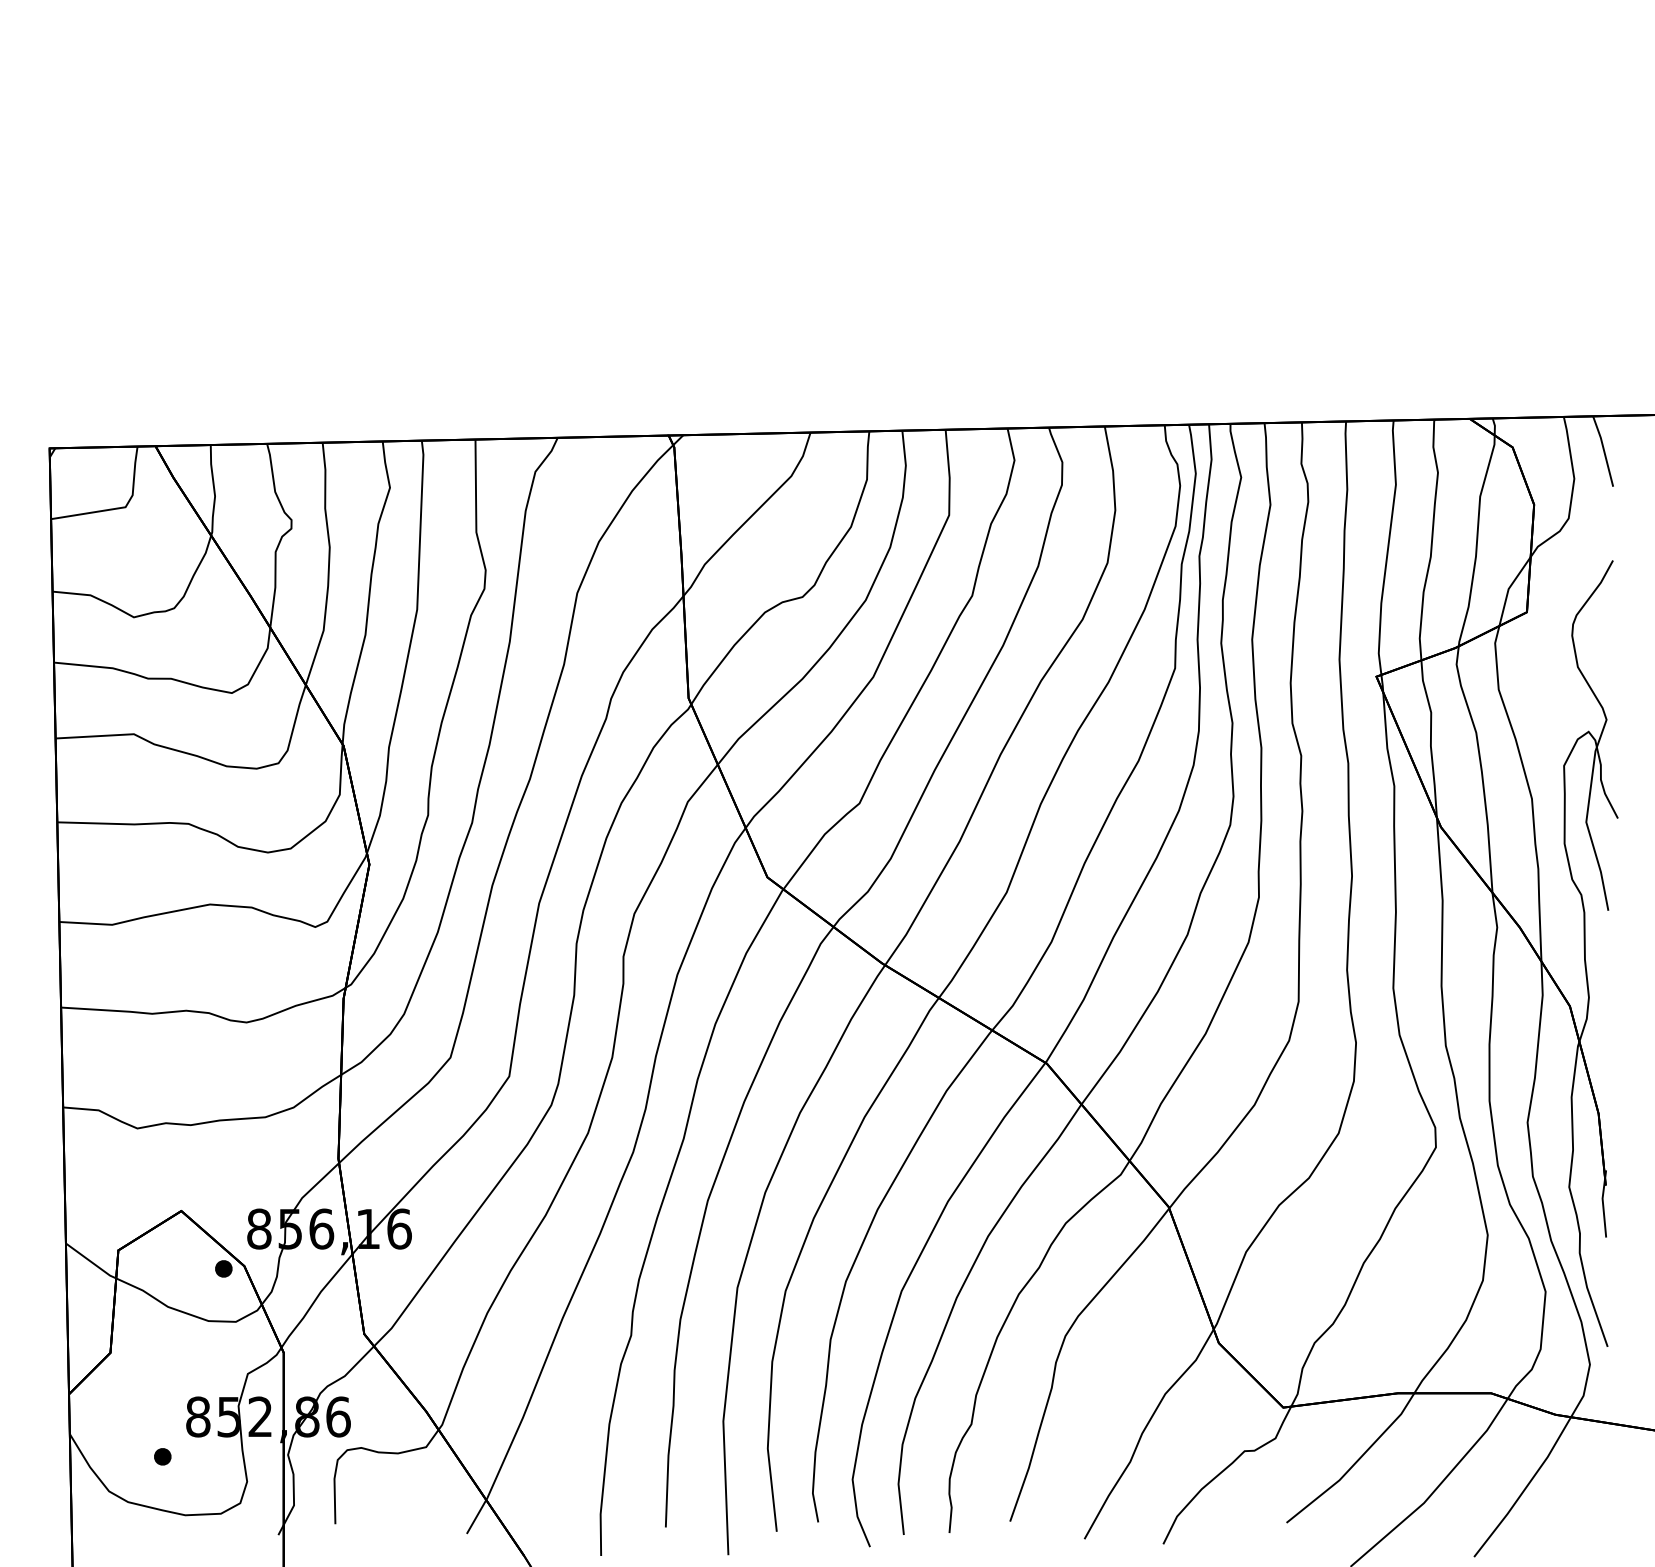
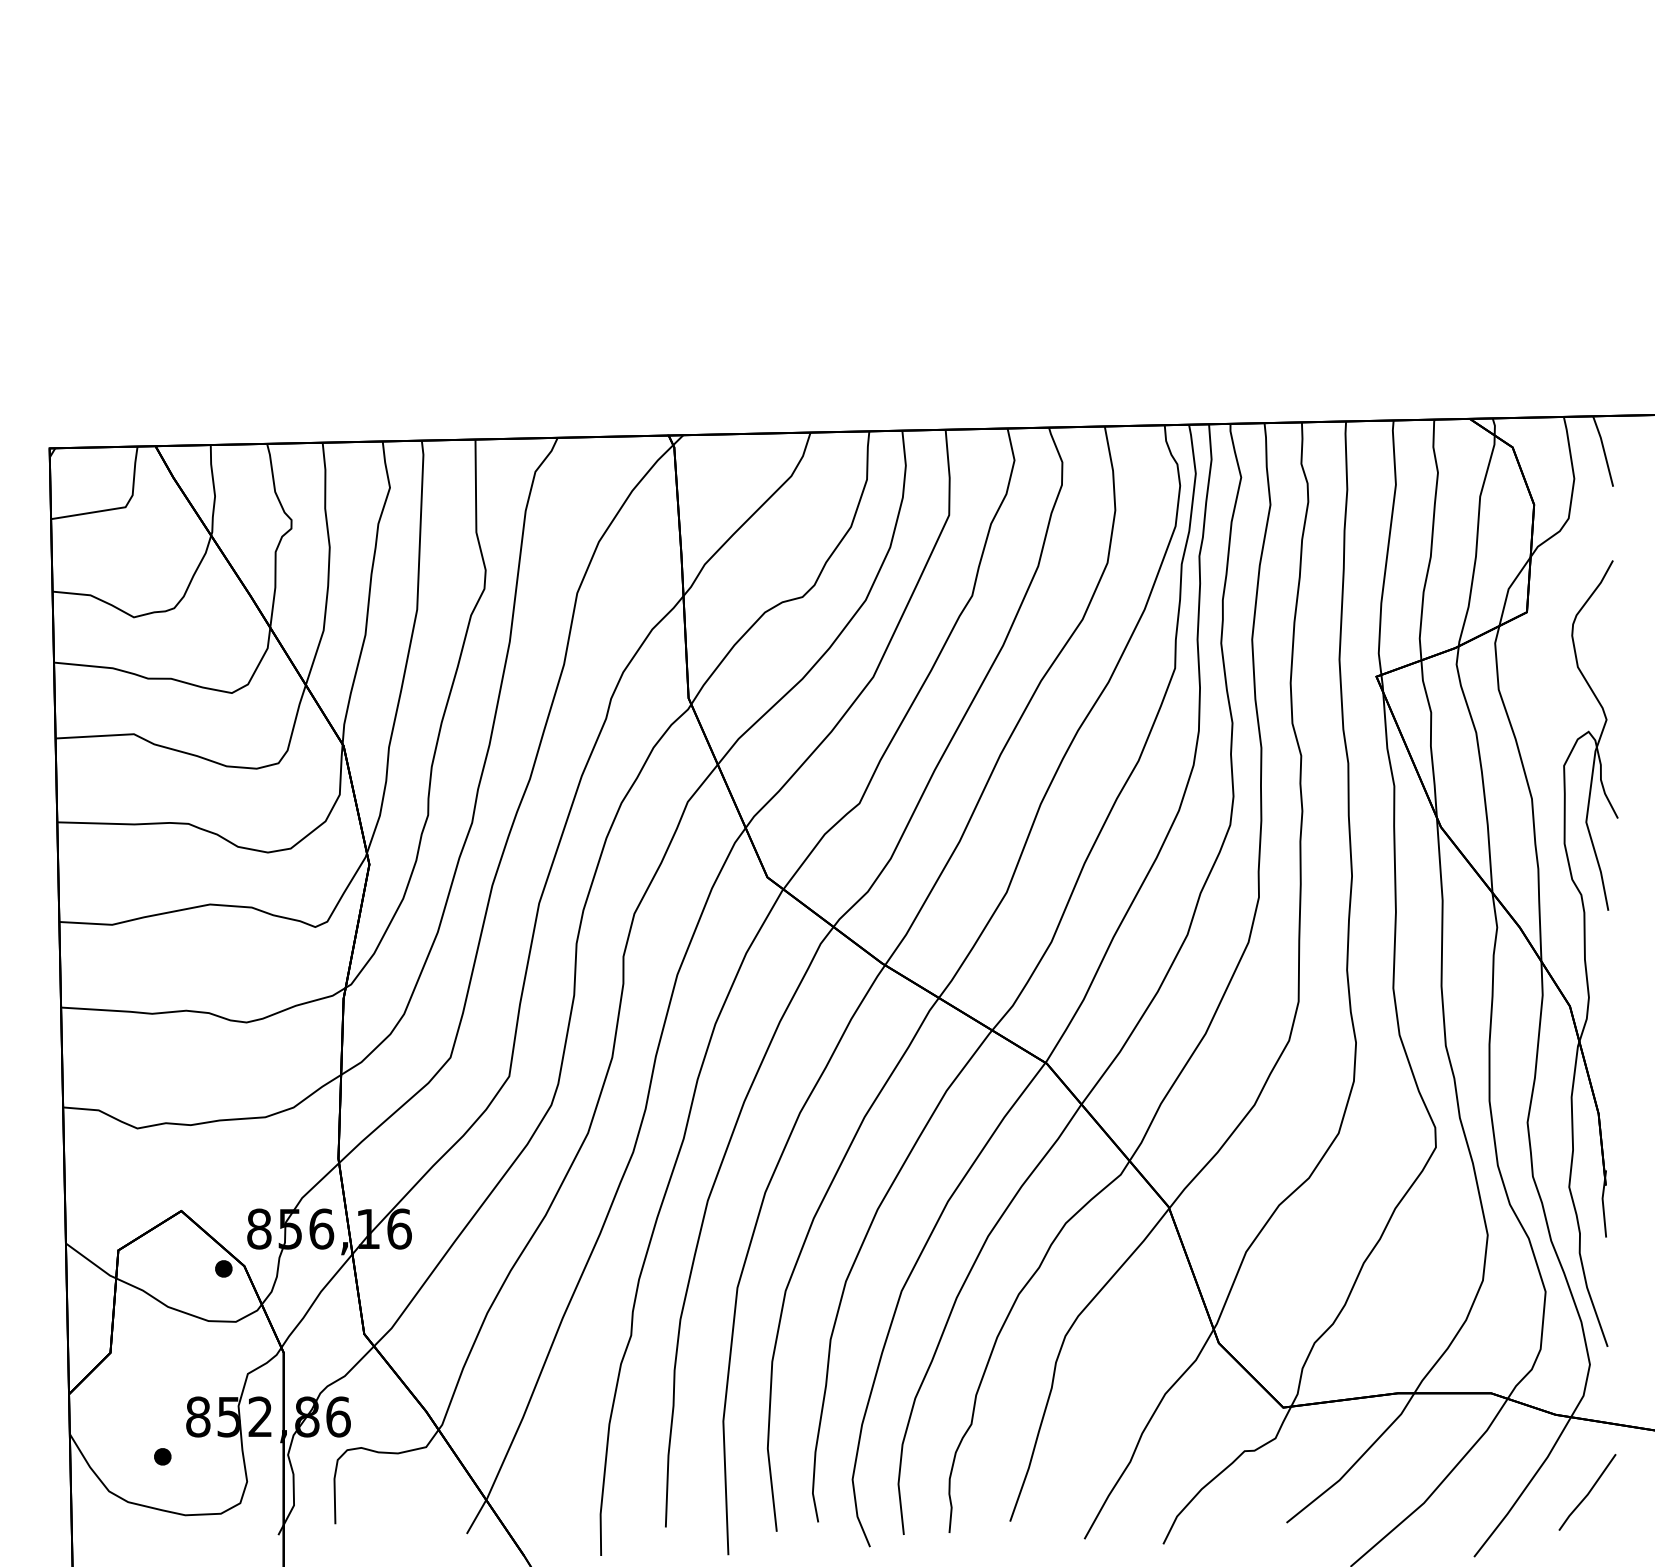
line at (1588, 1492): none -> present
